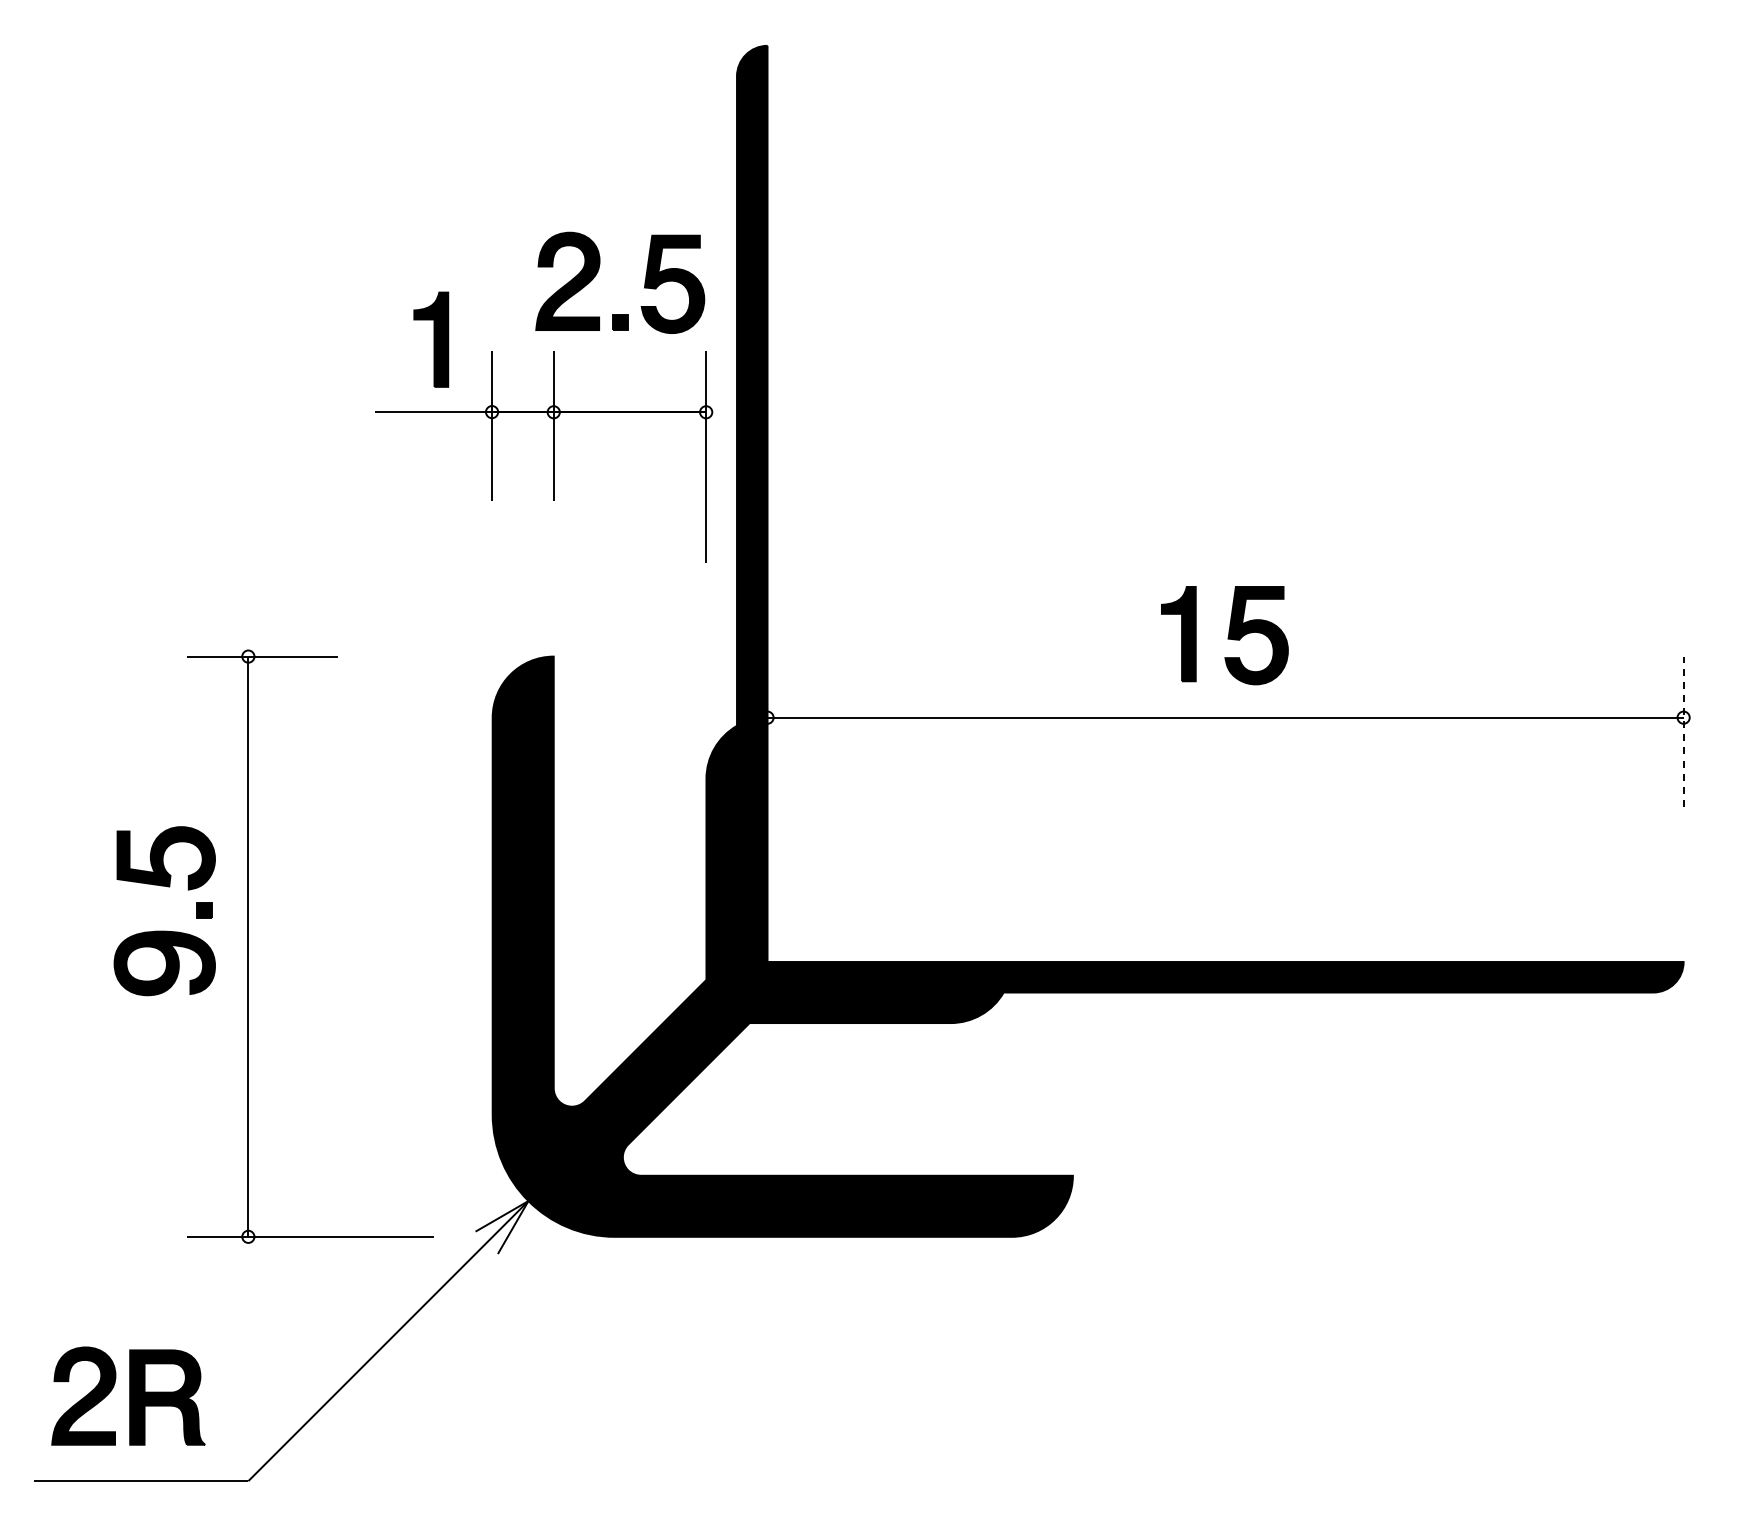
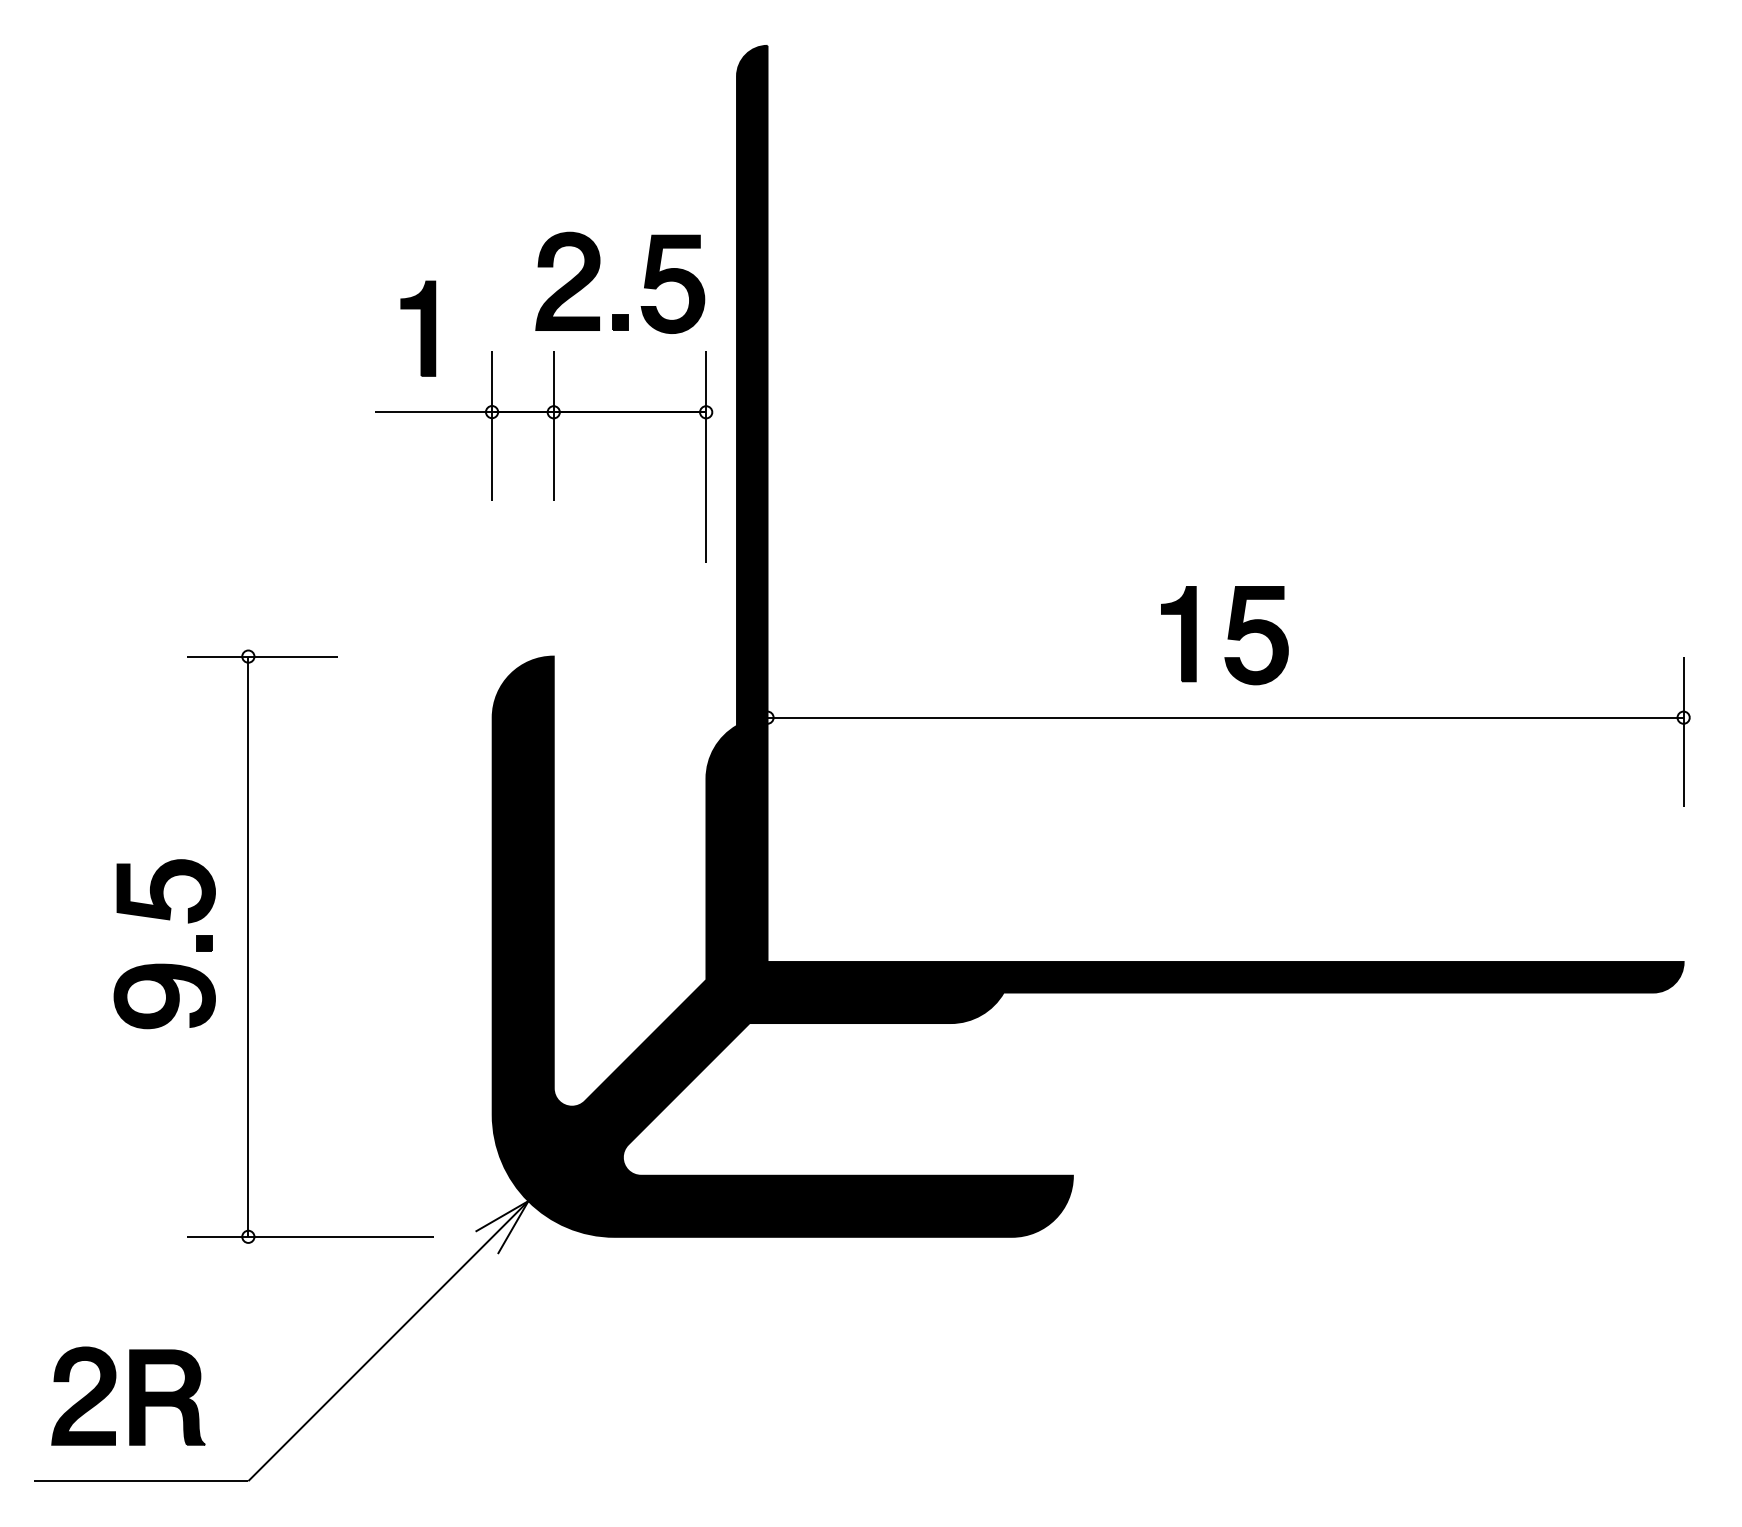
part at (431, 339) position: (431, 339) -> (418, 328)
line at (1683, 731): dashed -> solid
part at (164, 930) position: (164, 930) -> (164, 963)
